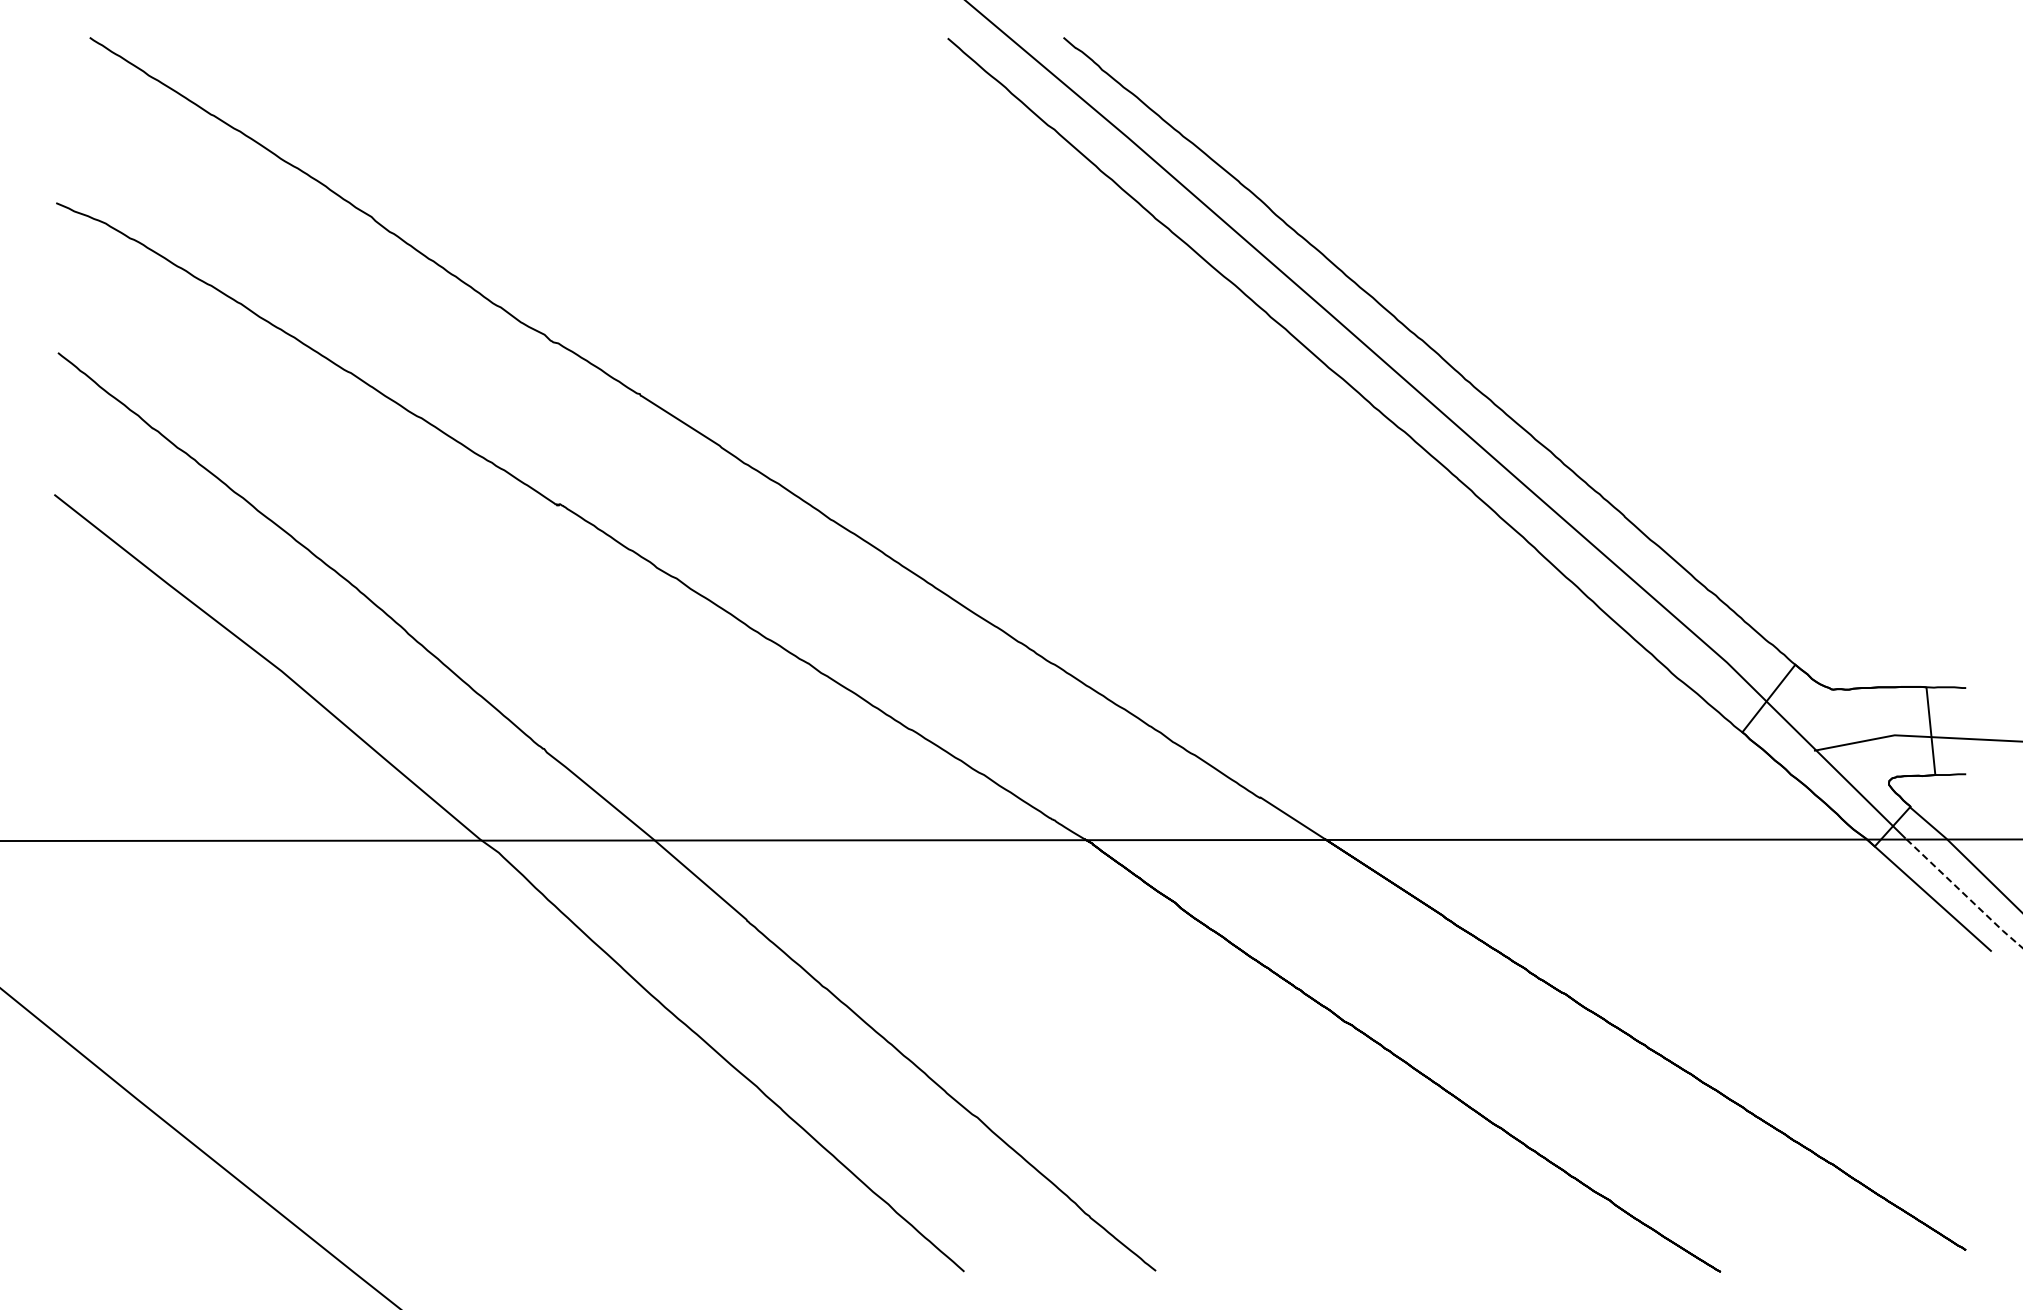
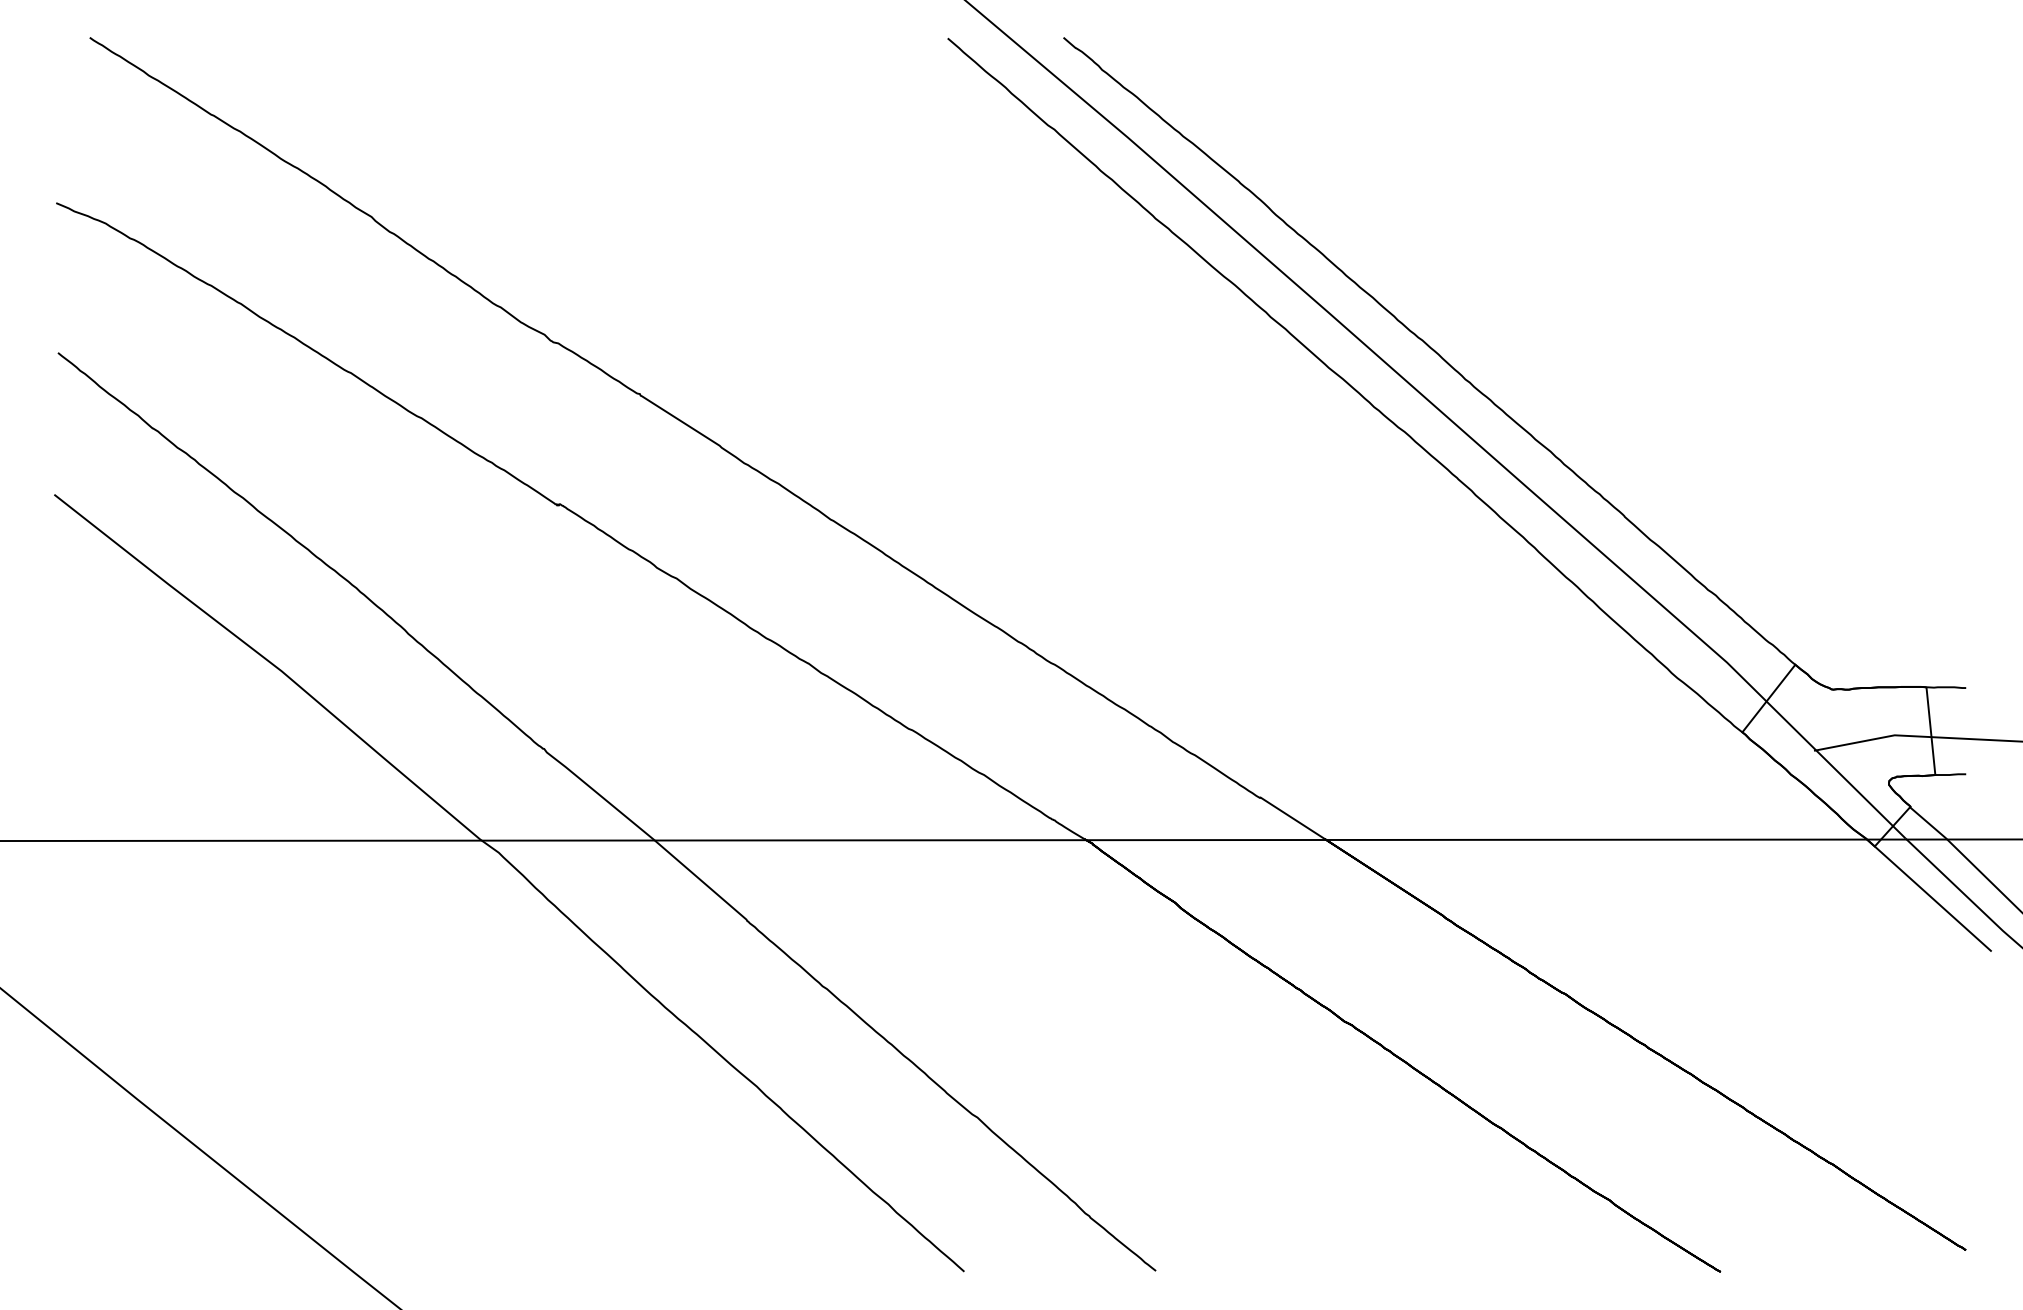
line at (1964, 894): dashed -> solid
